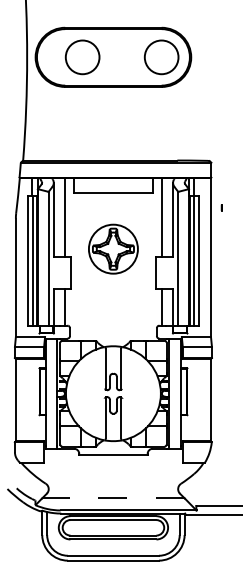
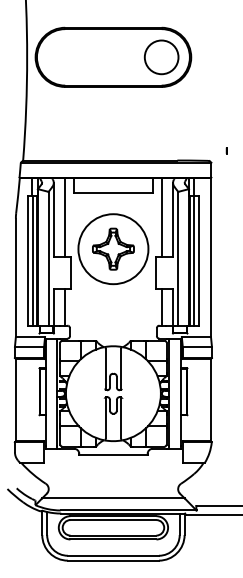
circle at (82, 57): present -> none
part at (221, 207) position: (221, 207) -> (226, 150)
circle at (112, 248) diameter: 49 px -> 70 px
line at (112, 498): dashed -> solid
